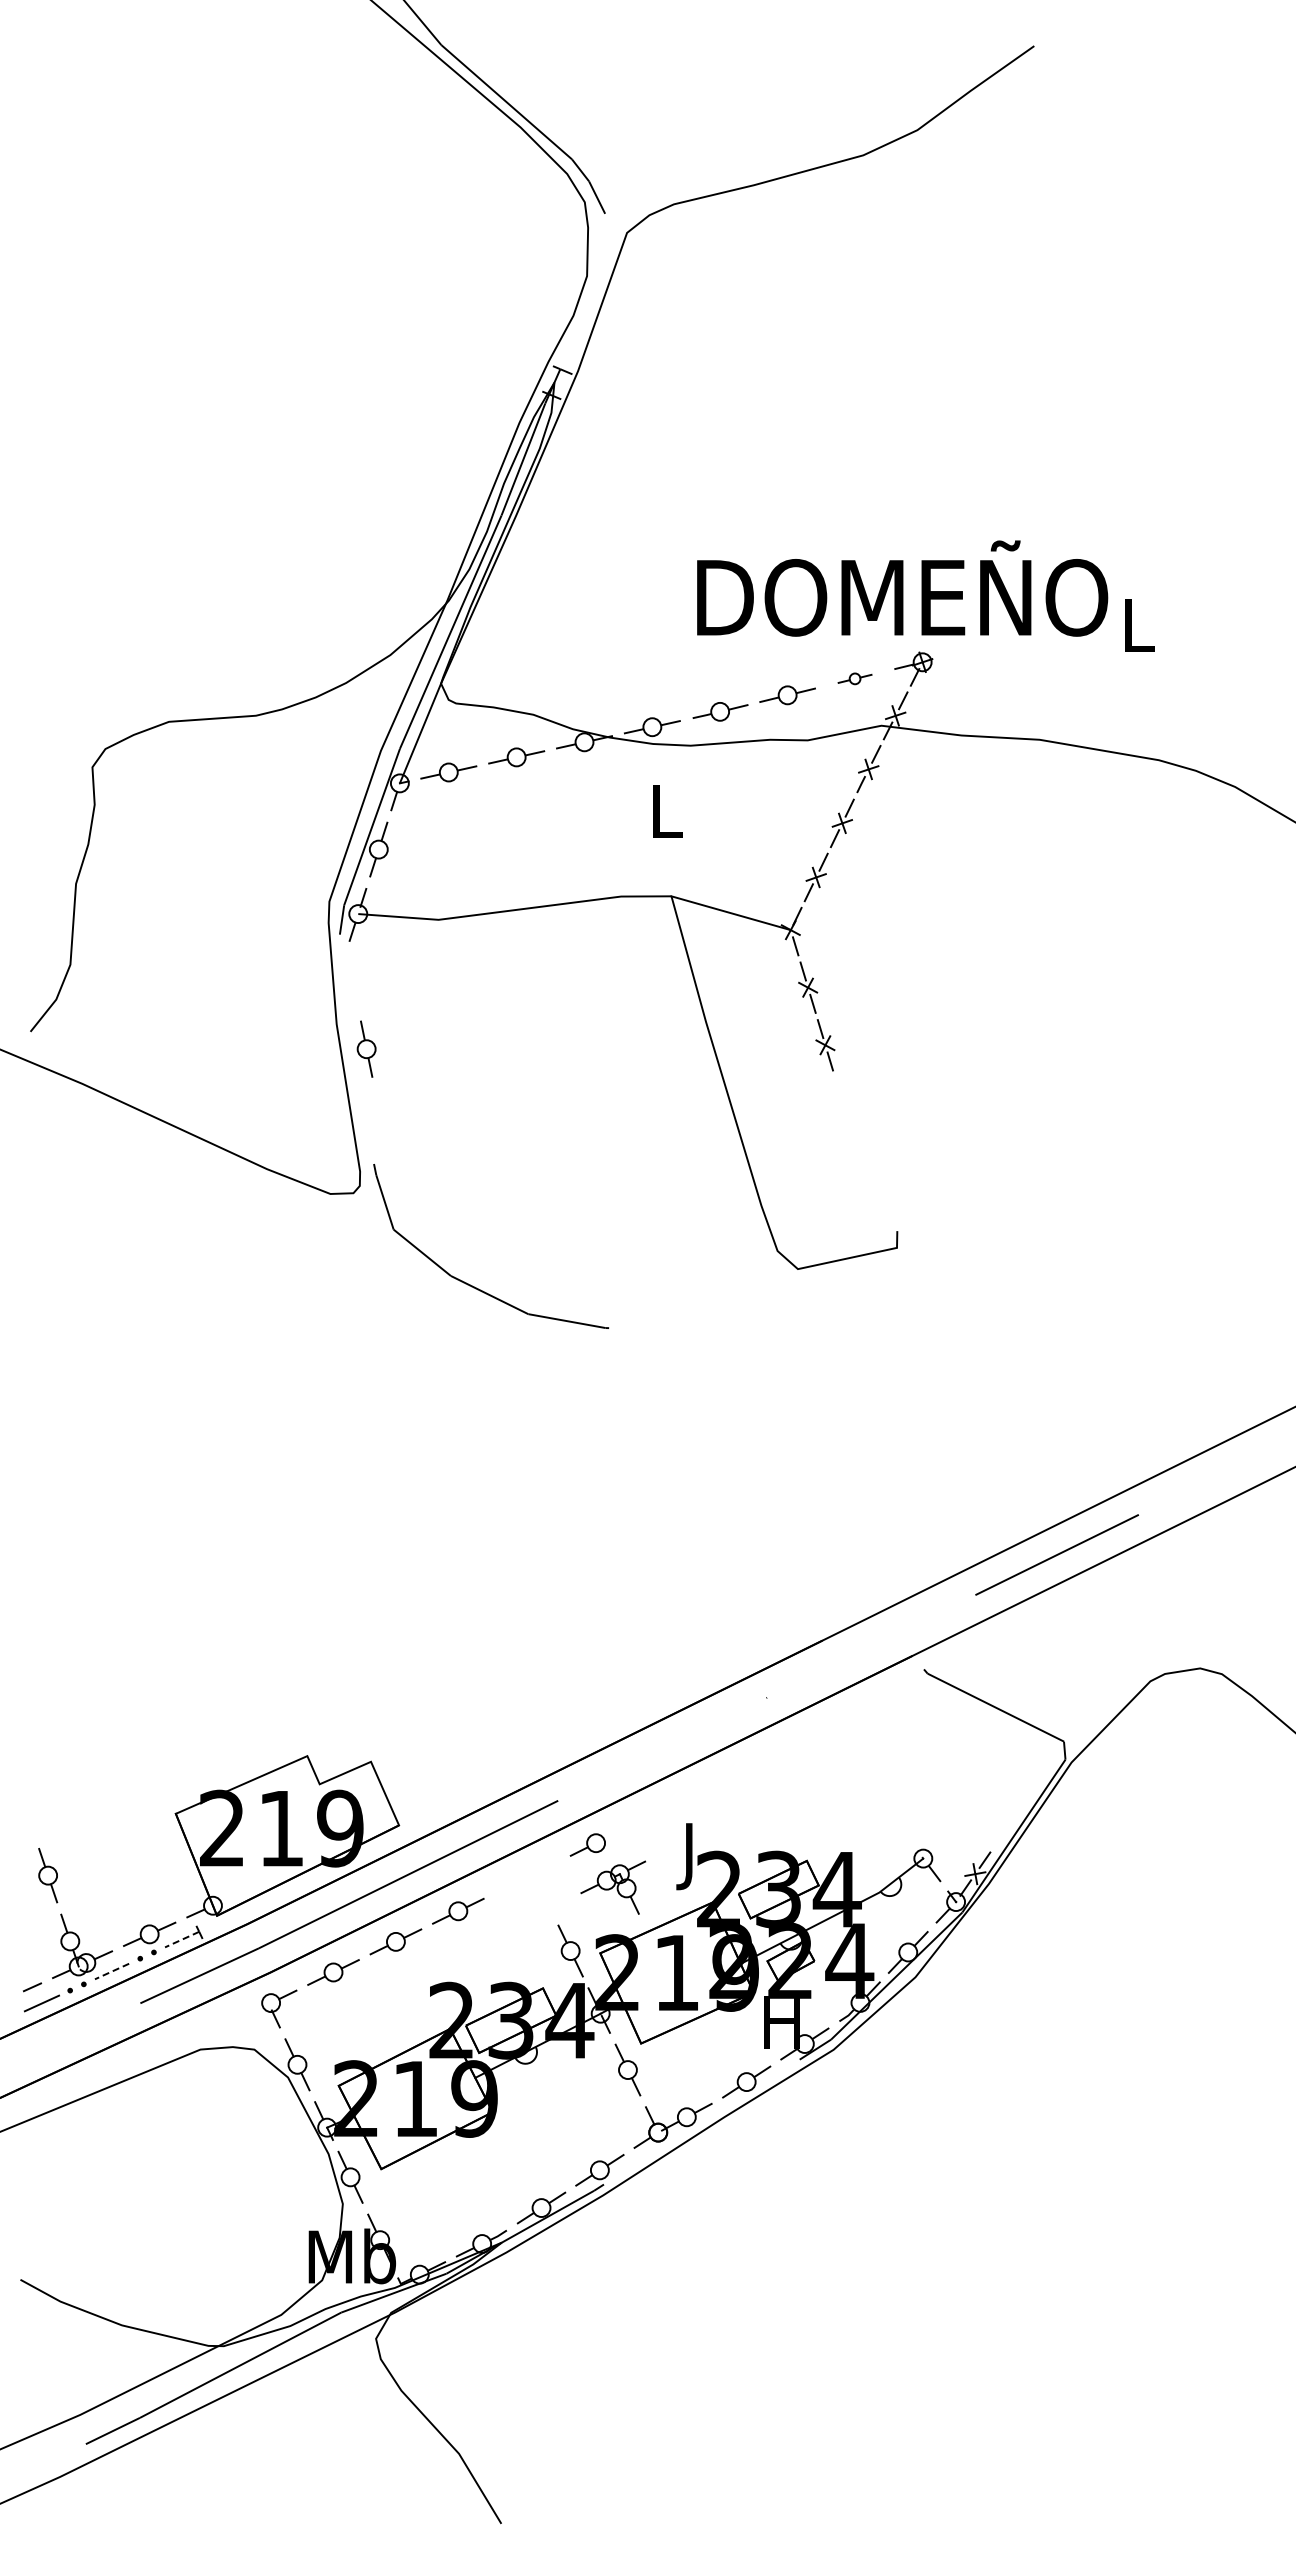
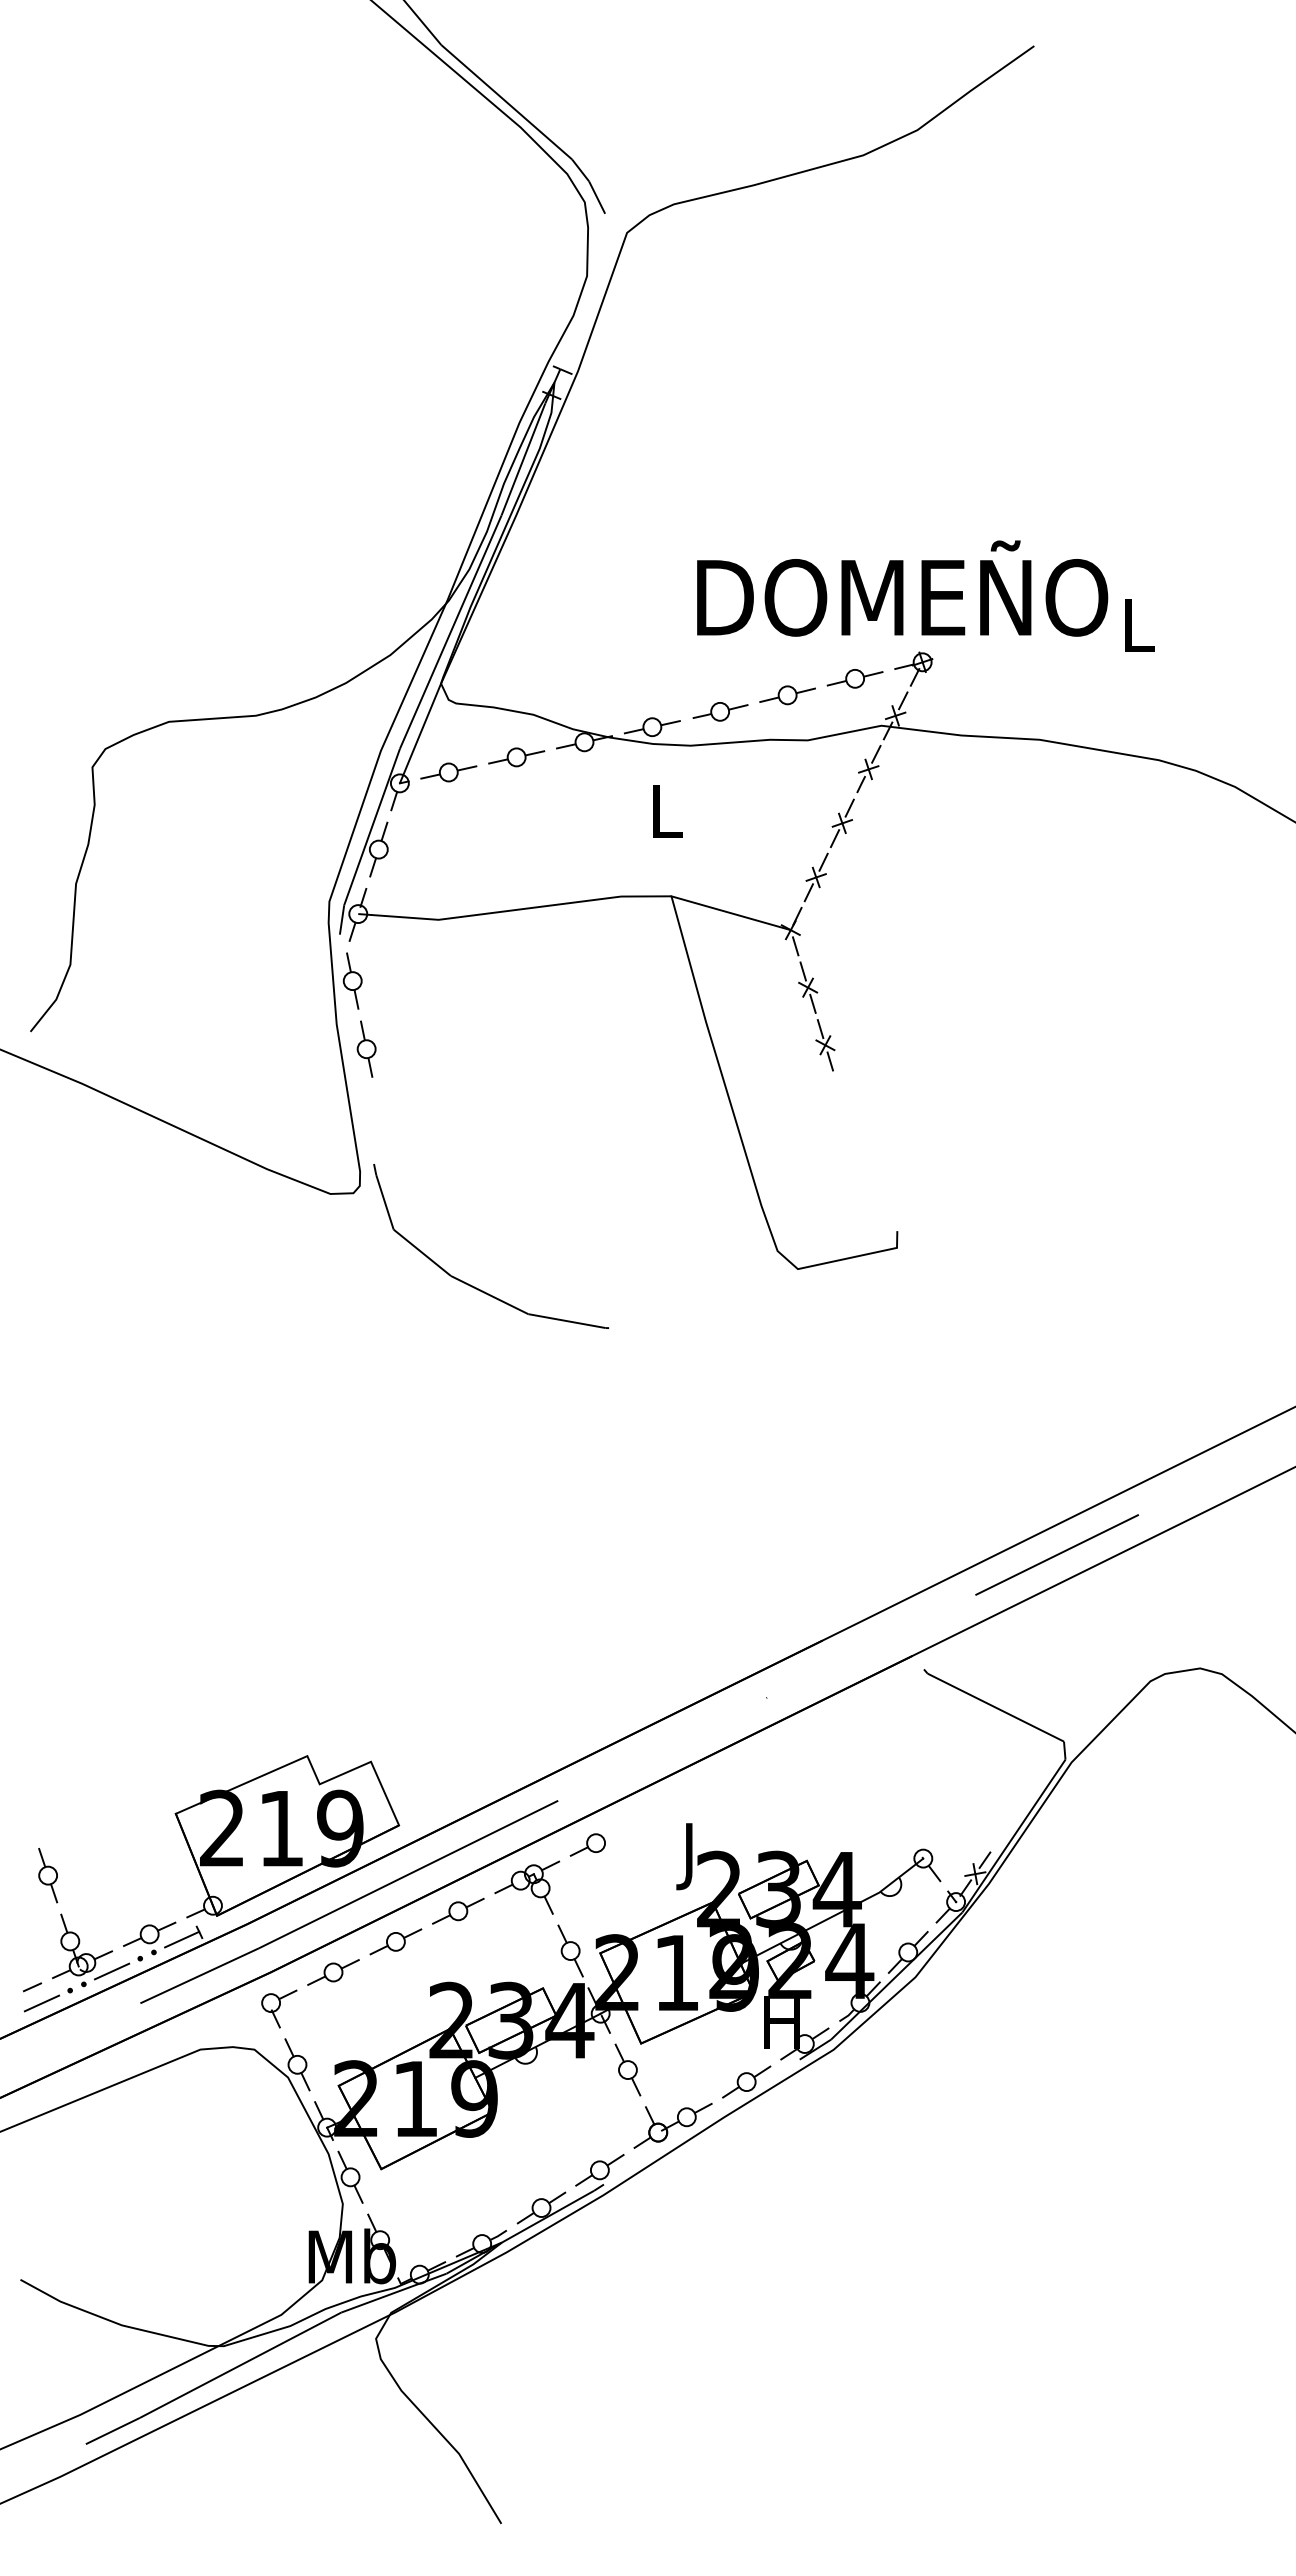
part at (854, 678) size: 36x14 px -> 58x20 px
part at (352, 980): none -> present
part at (613, 1887) position: (613, 1887) -> (527, 1887)
line at (182, 1939): dashed -> solid
line at (112, 1971): dashed -> solid
